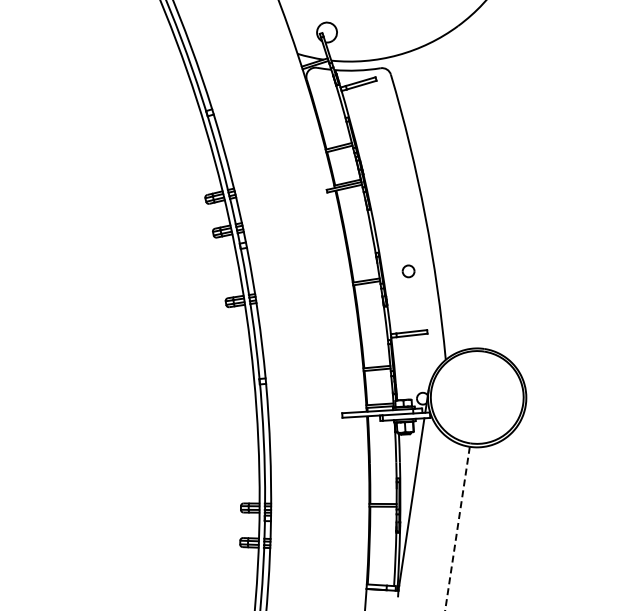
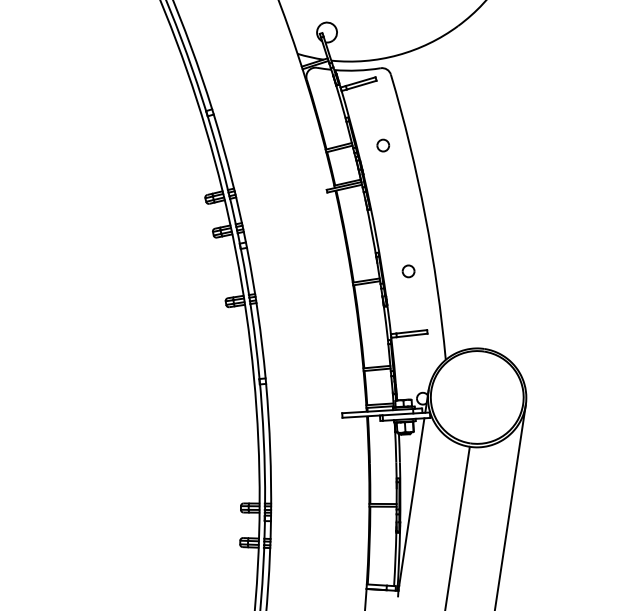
part at (383, 145): none -> present
line at (510, 506): none -> present
line at (457, 528): dashed -> solid
